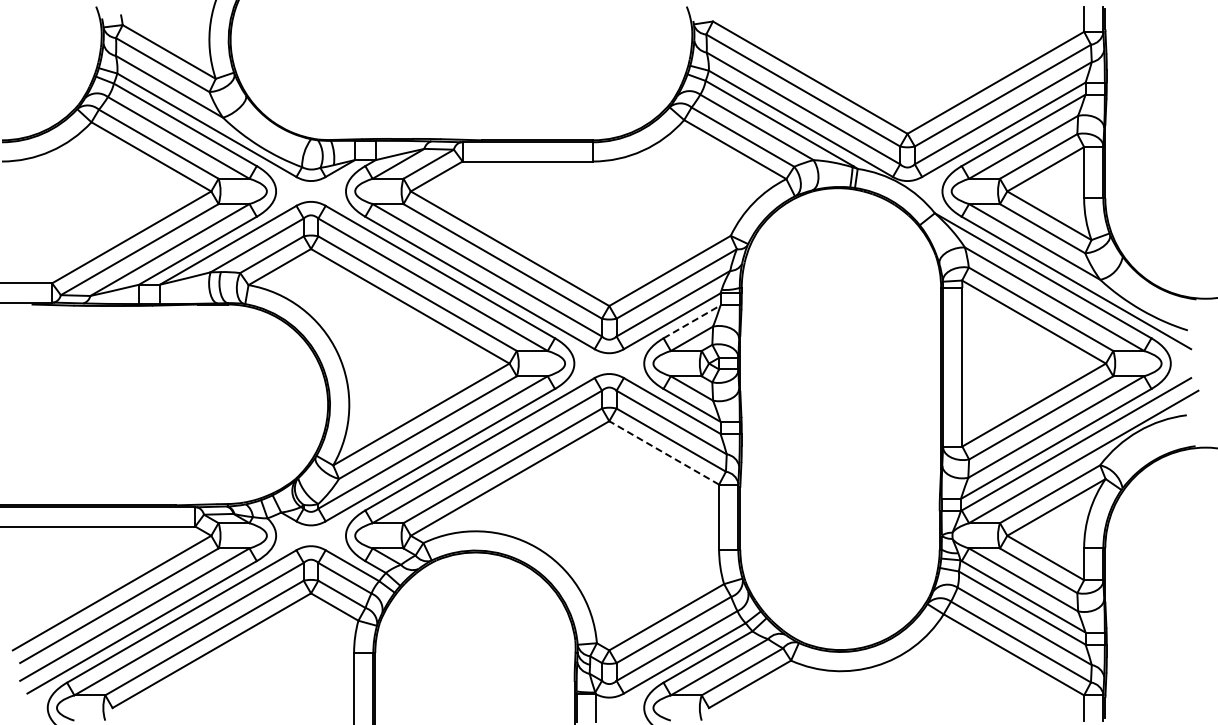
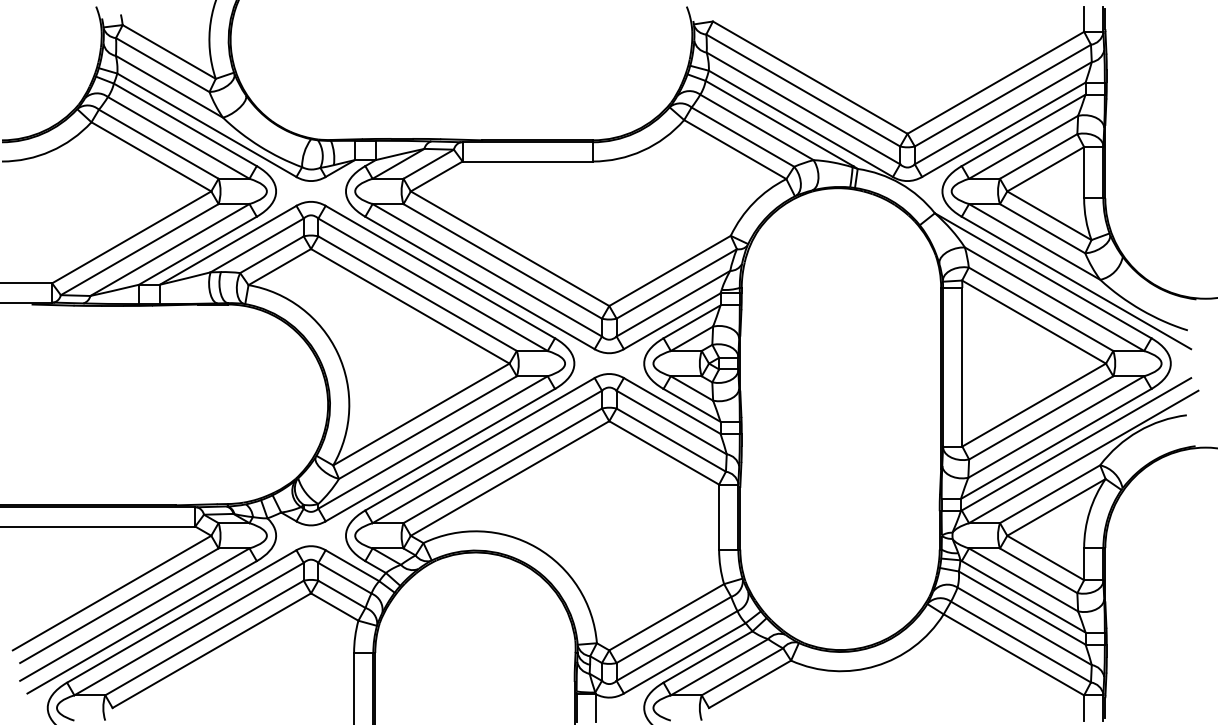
line at (692, 321): dashed -> solid
line at (663, 452): dashed -> solid
